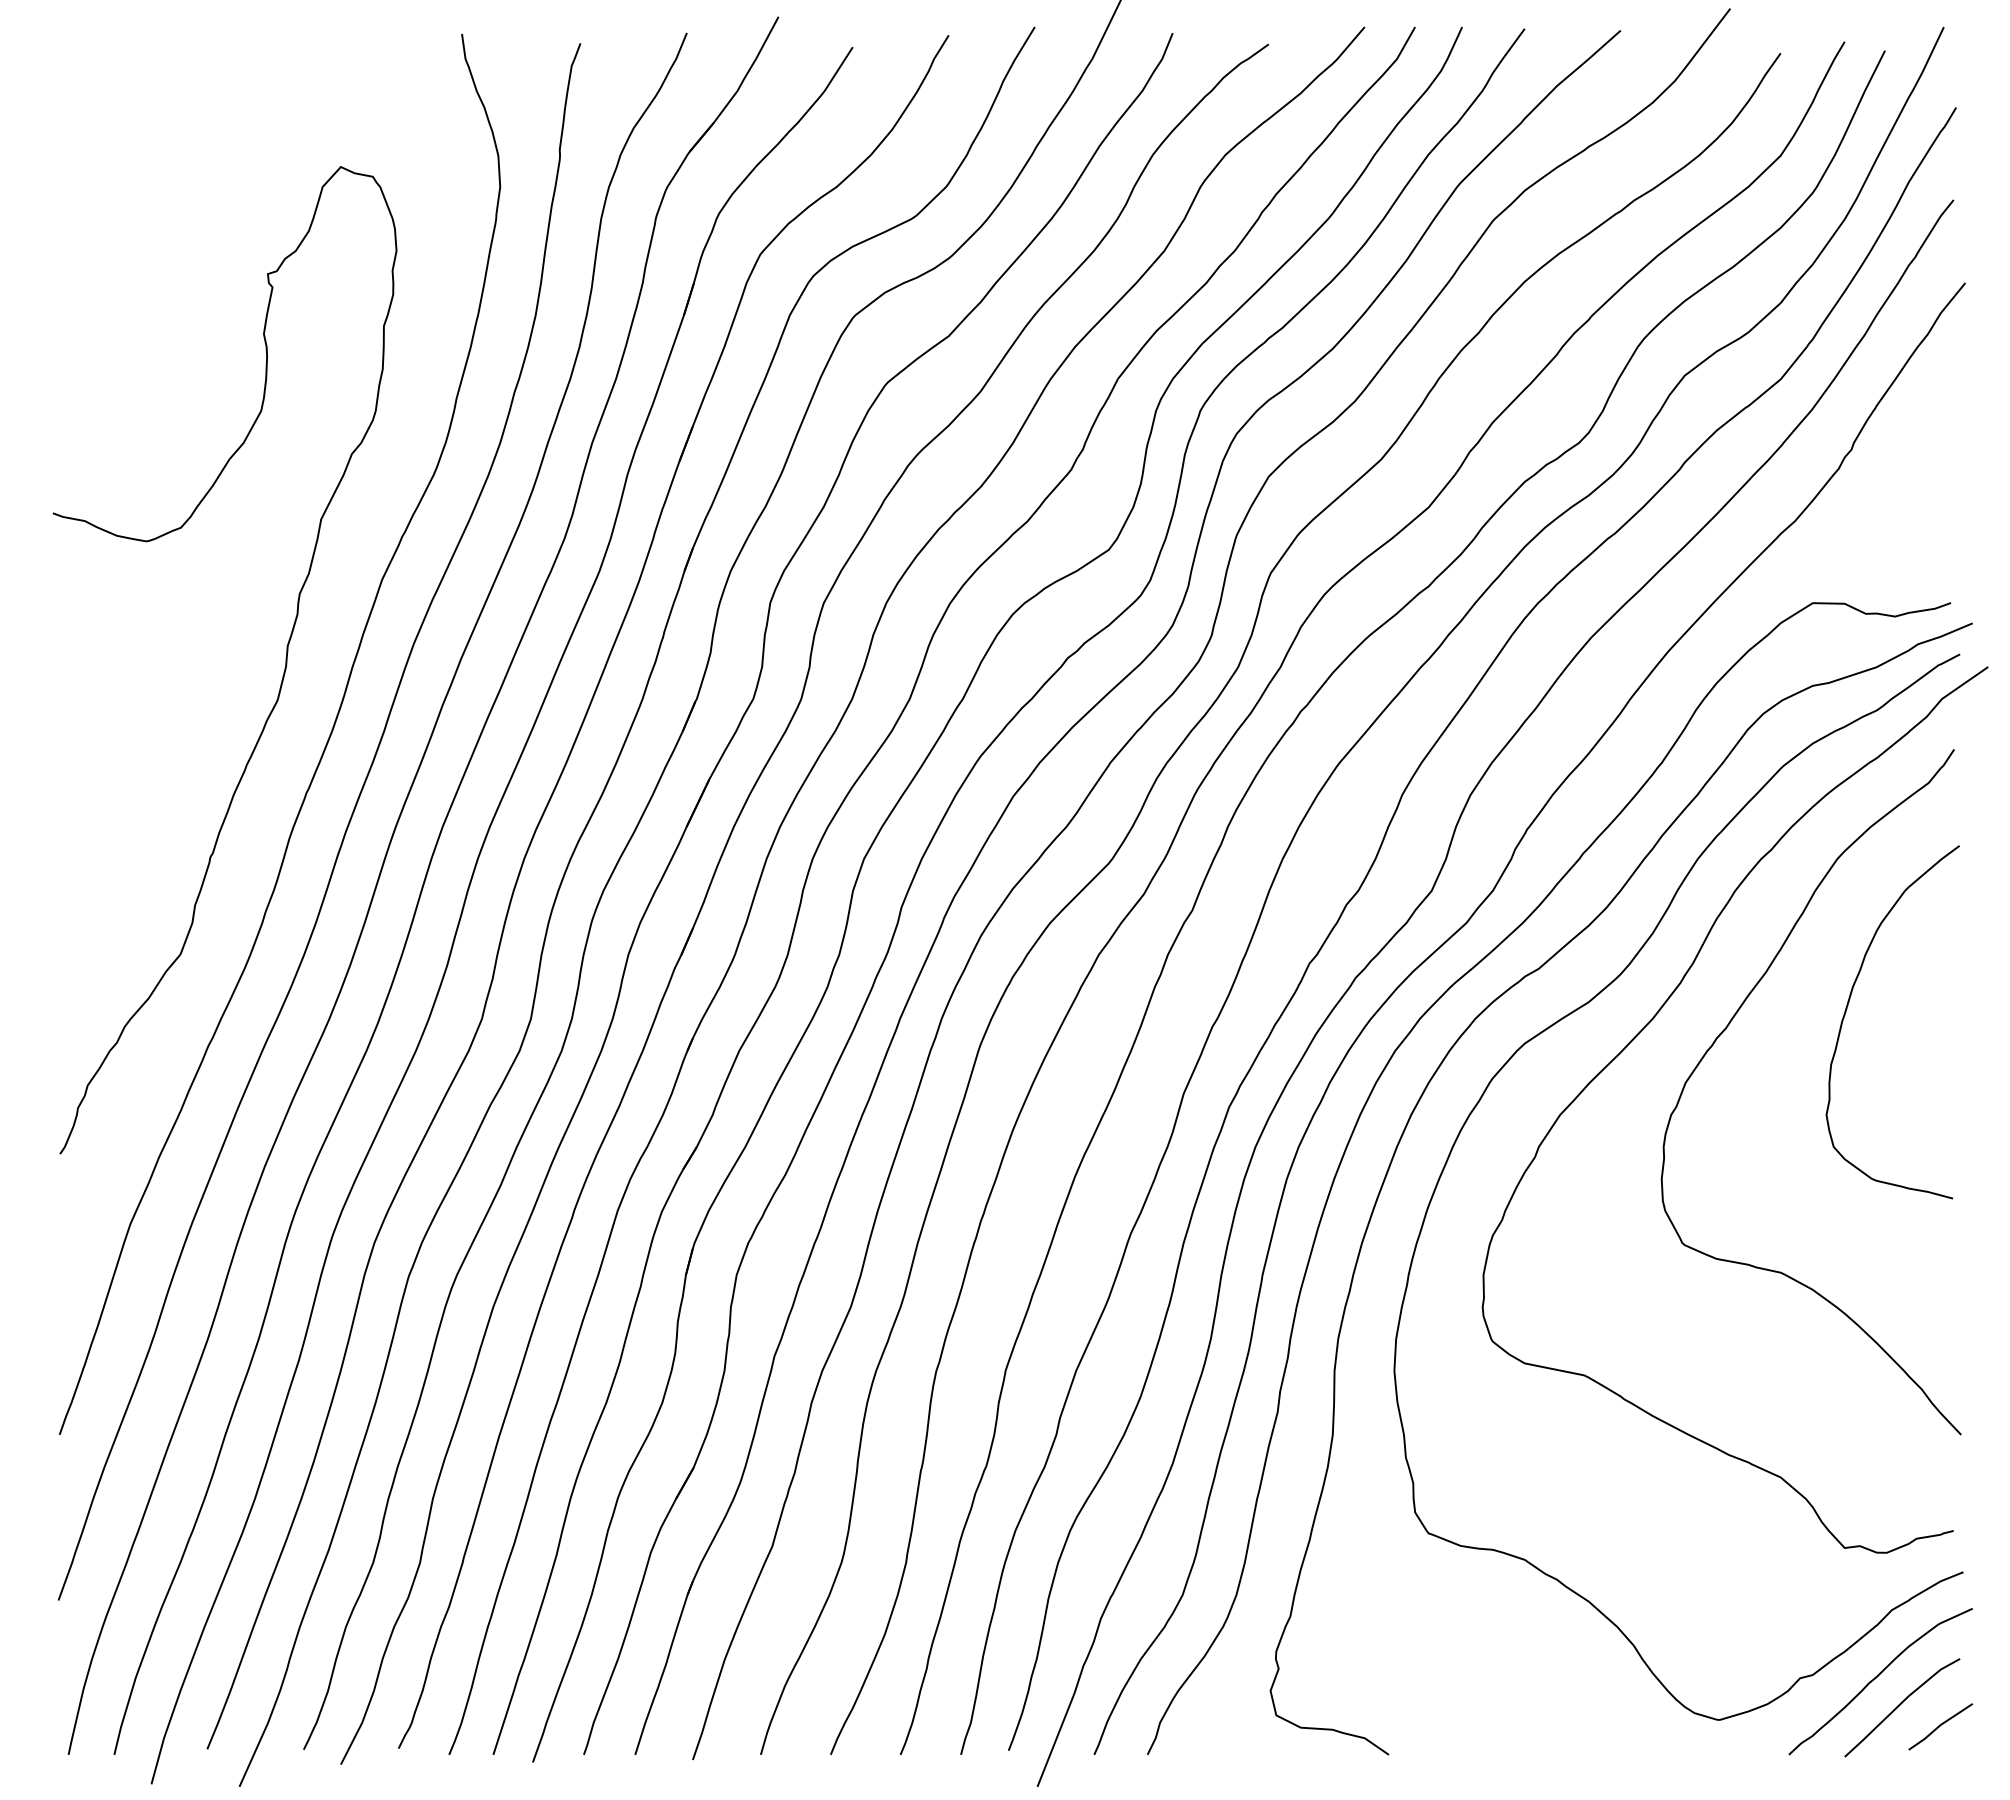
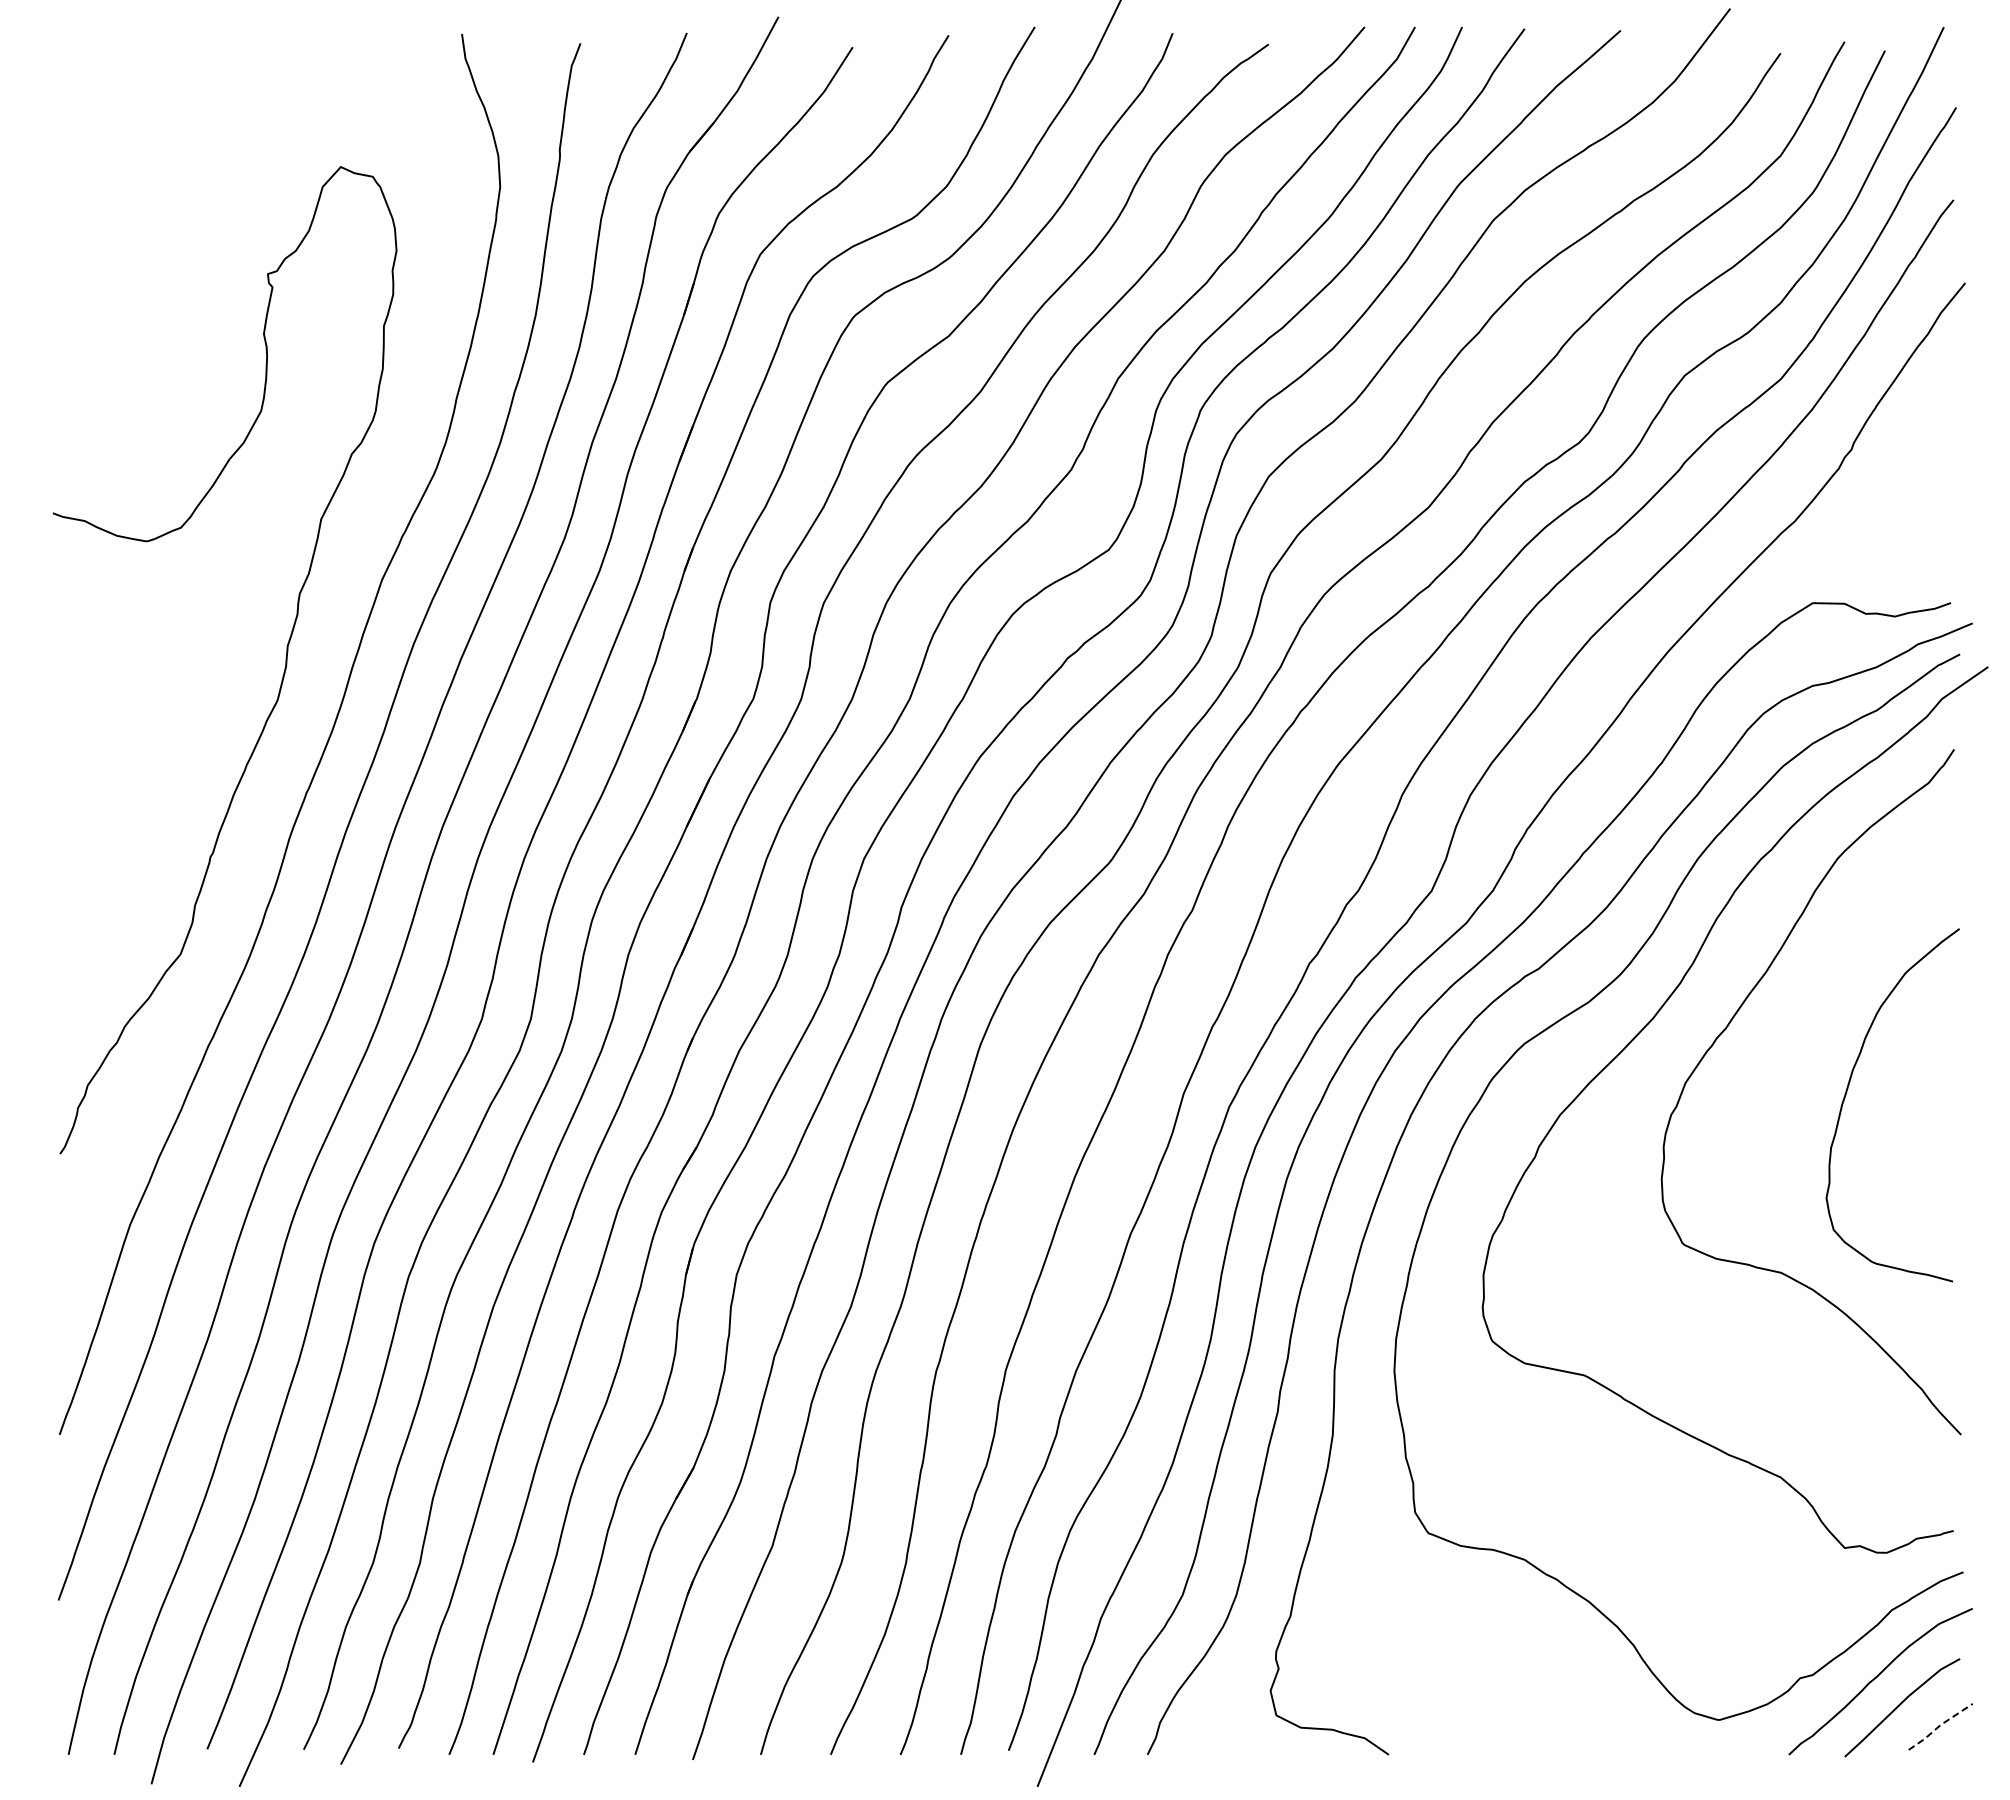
curve at (1847, 1009) position: (1847, 1009) -> (1847, 1092)
line at (1940, 1725): solid -> dashed
